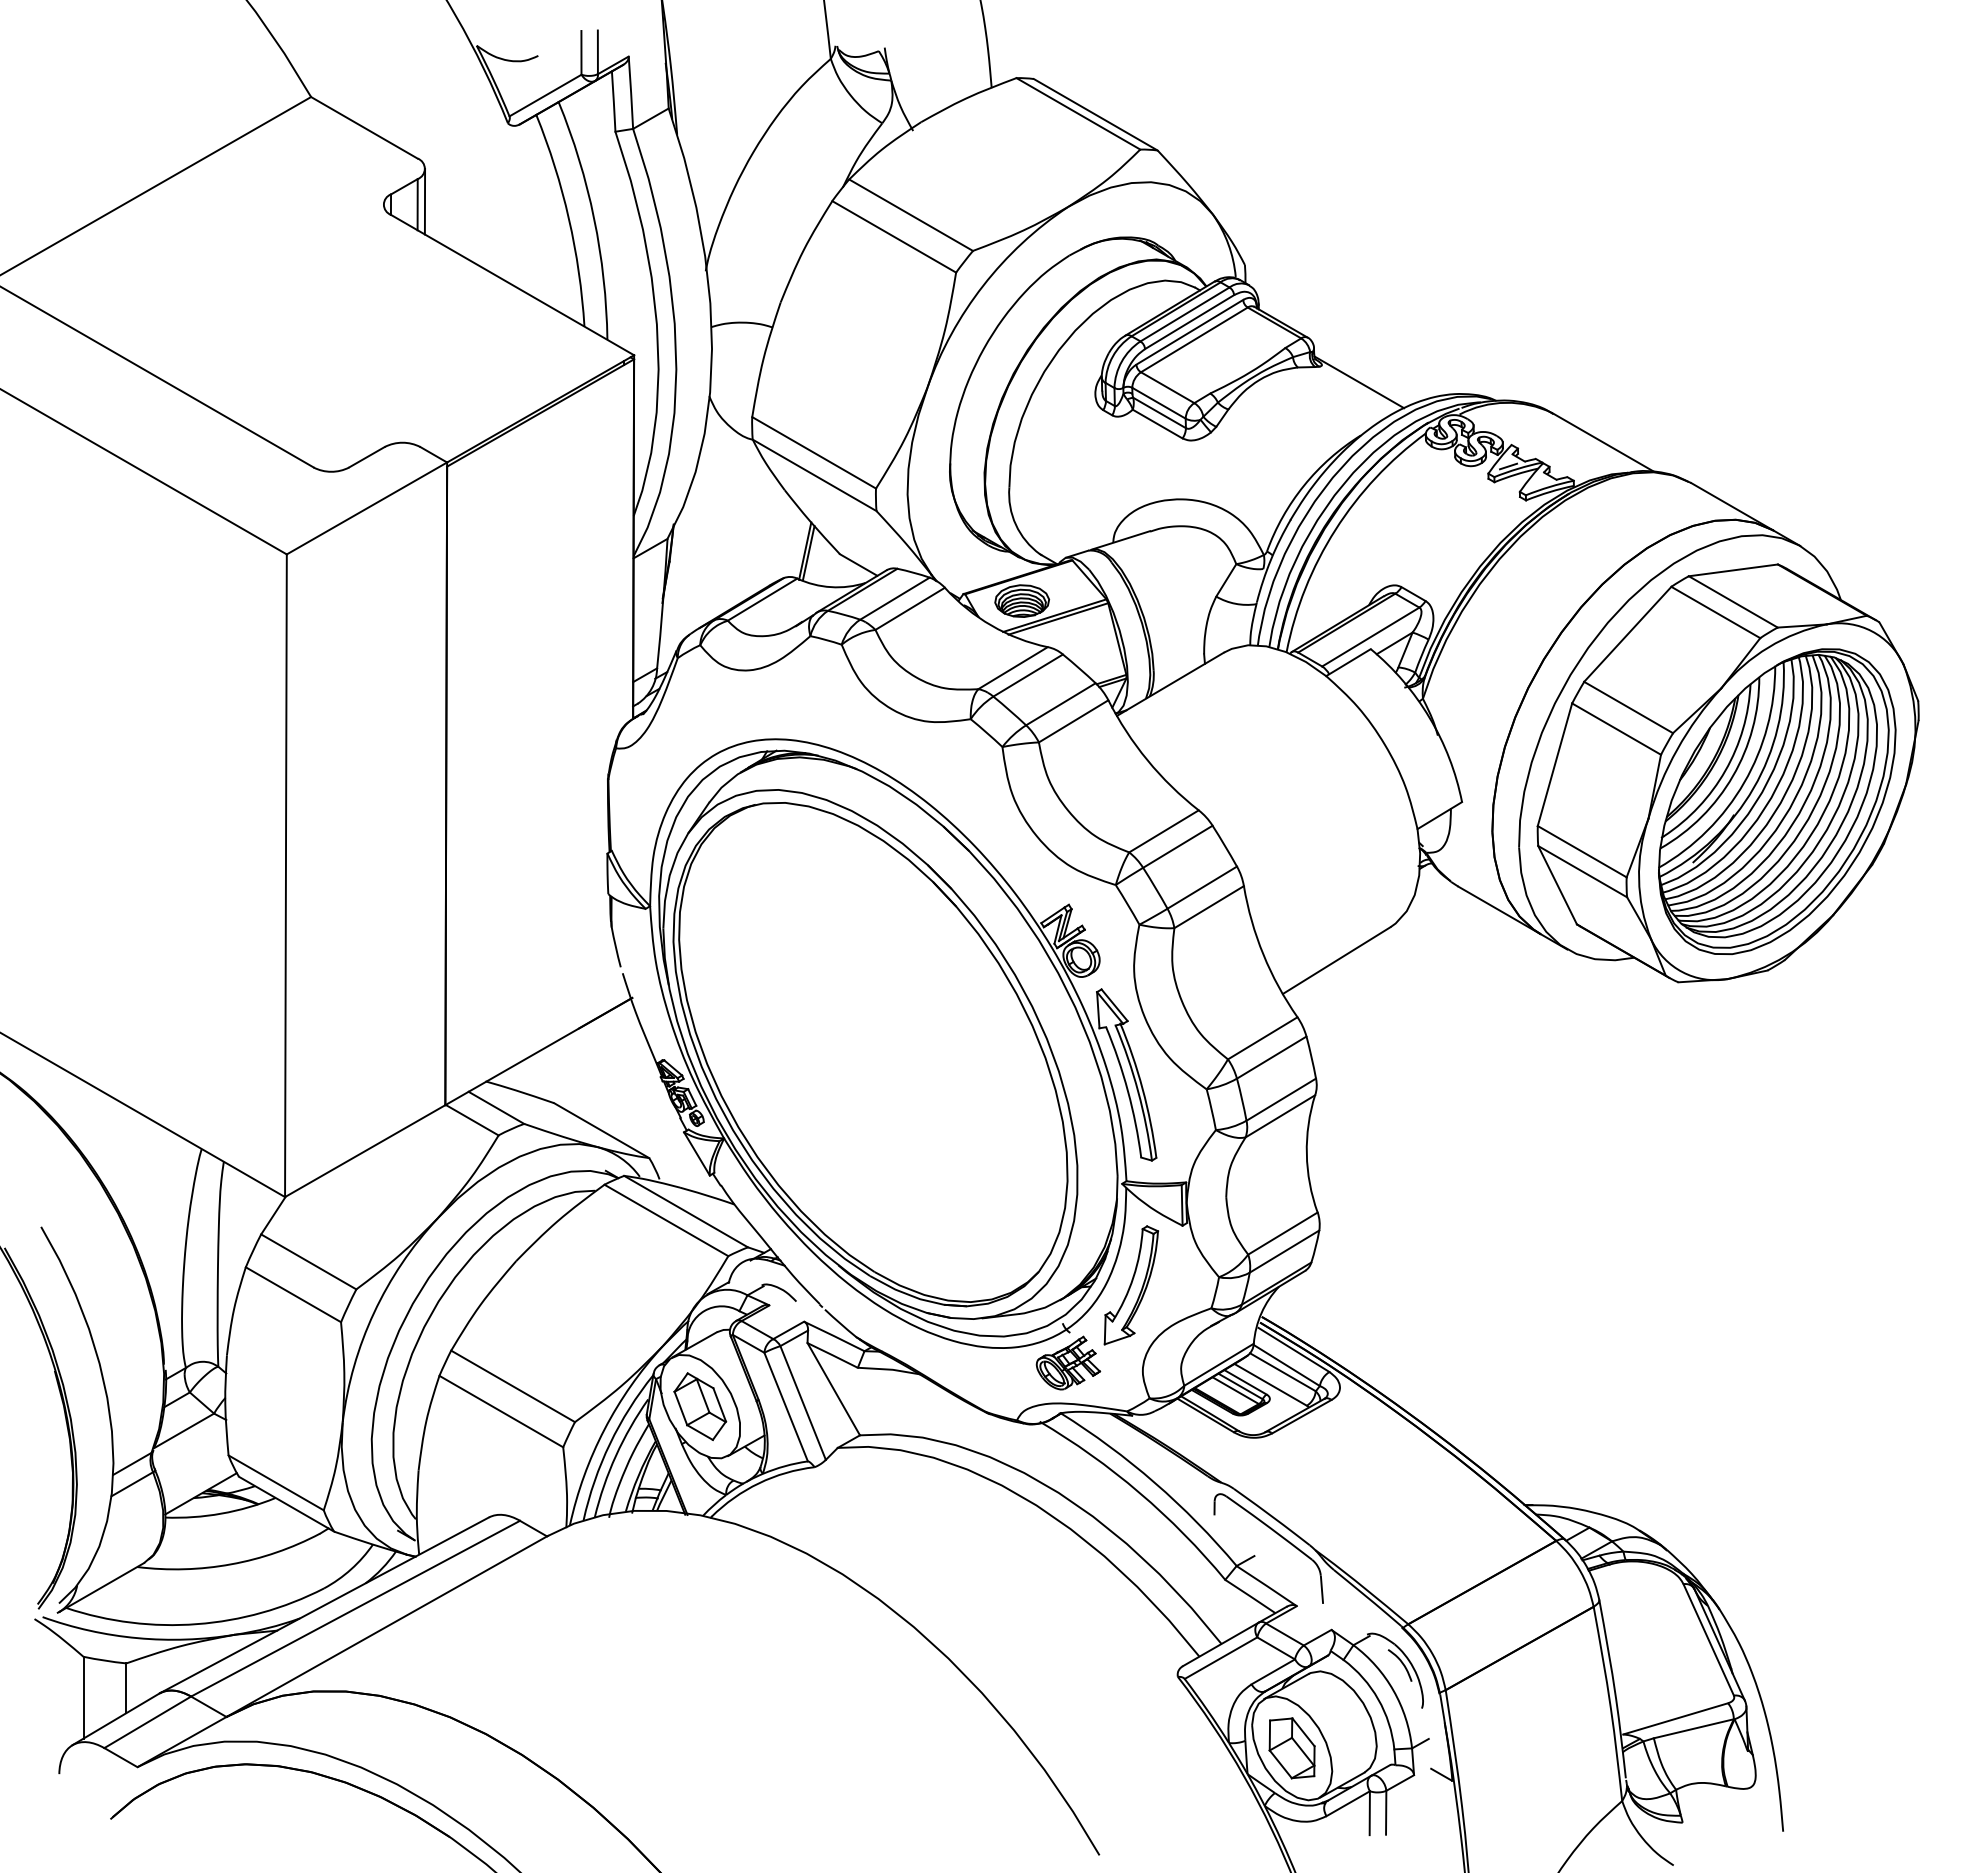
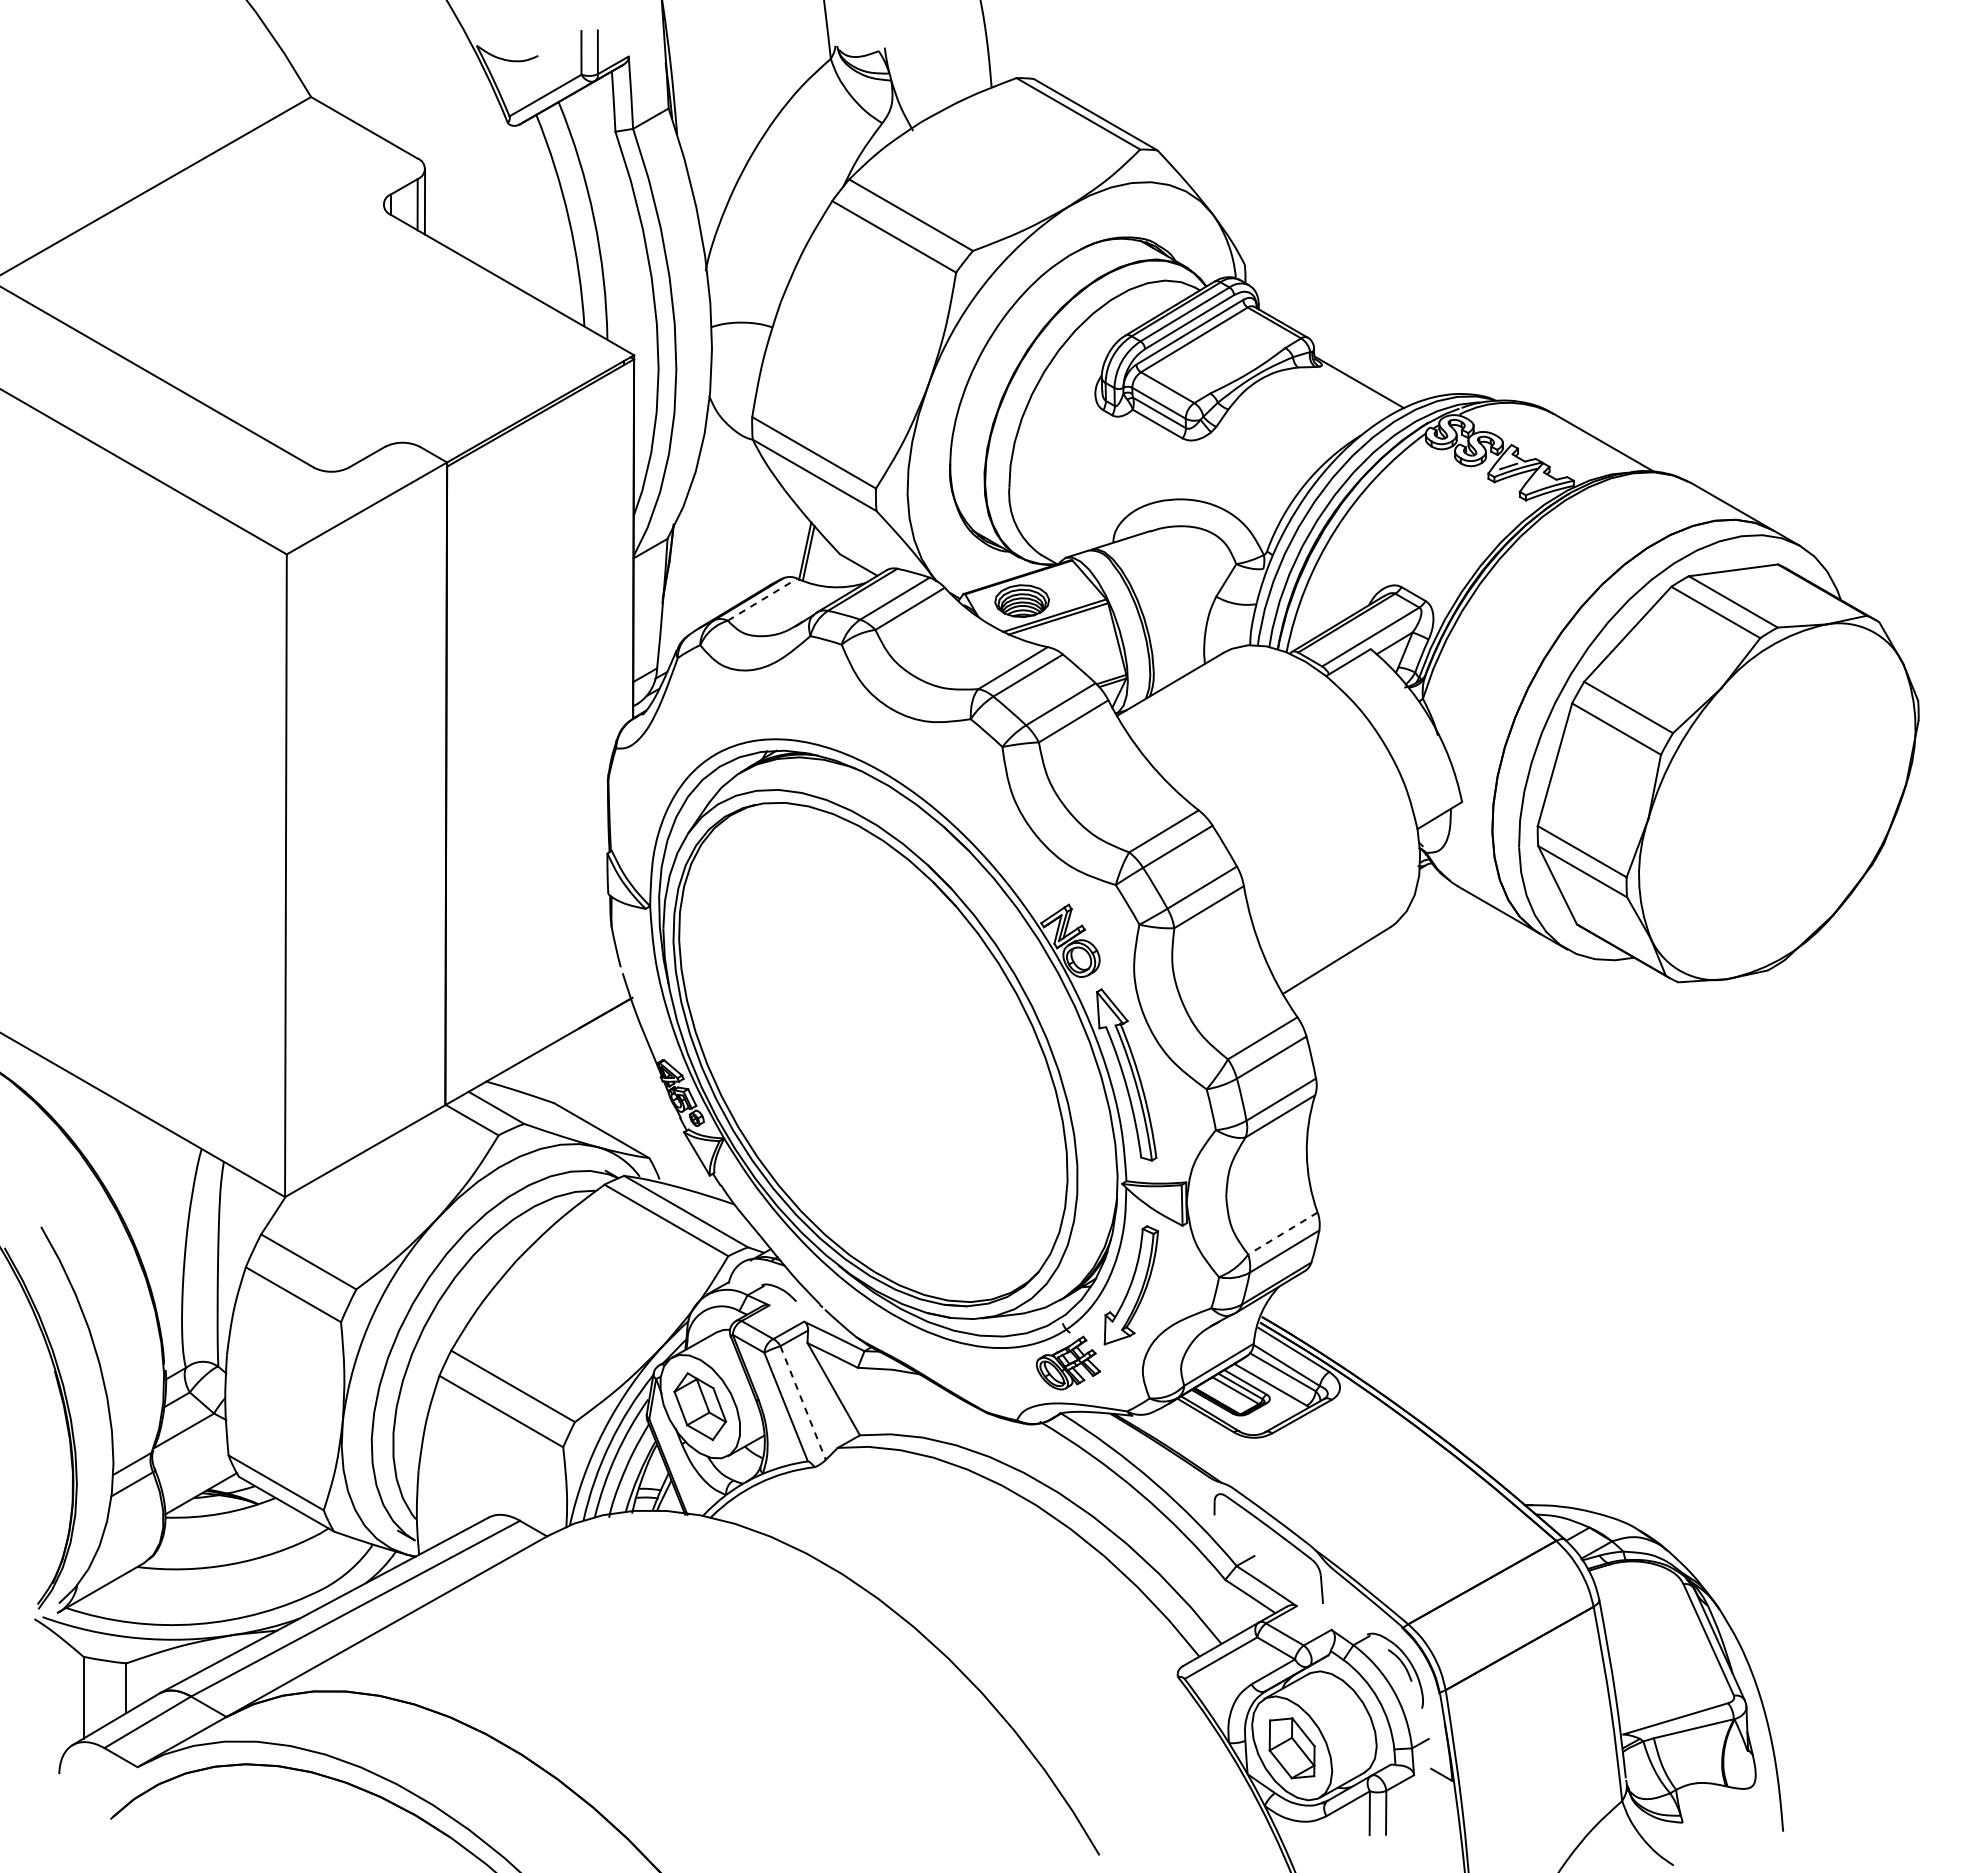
line at (762, 599): solid -> dashed
part at (1777, 801): present -> none
line at (1282, 1233): solid -> dashed
line at (803, 1403): solid -> dashed
